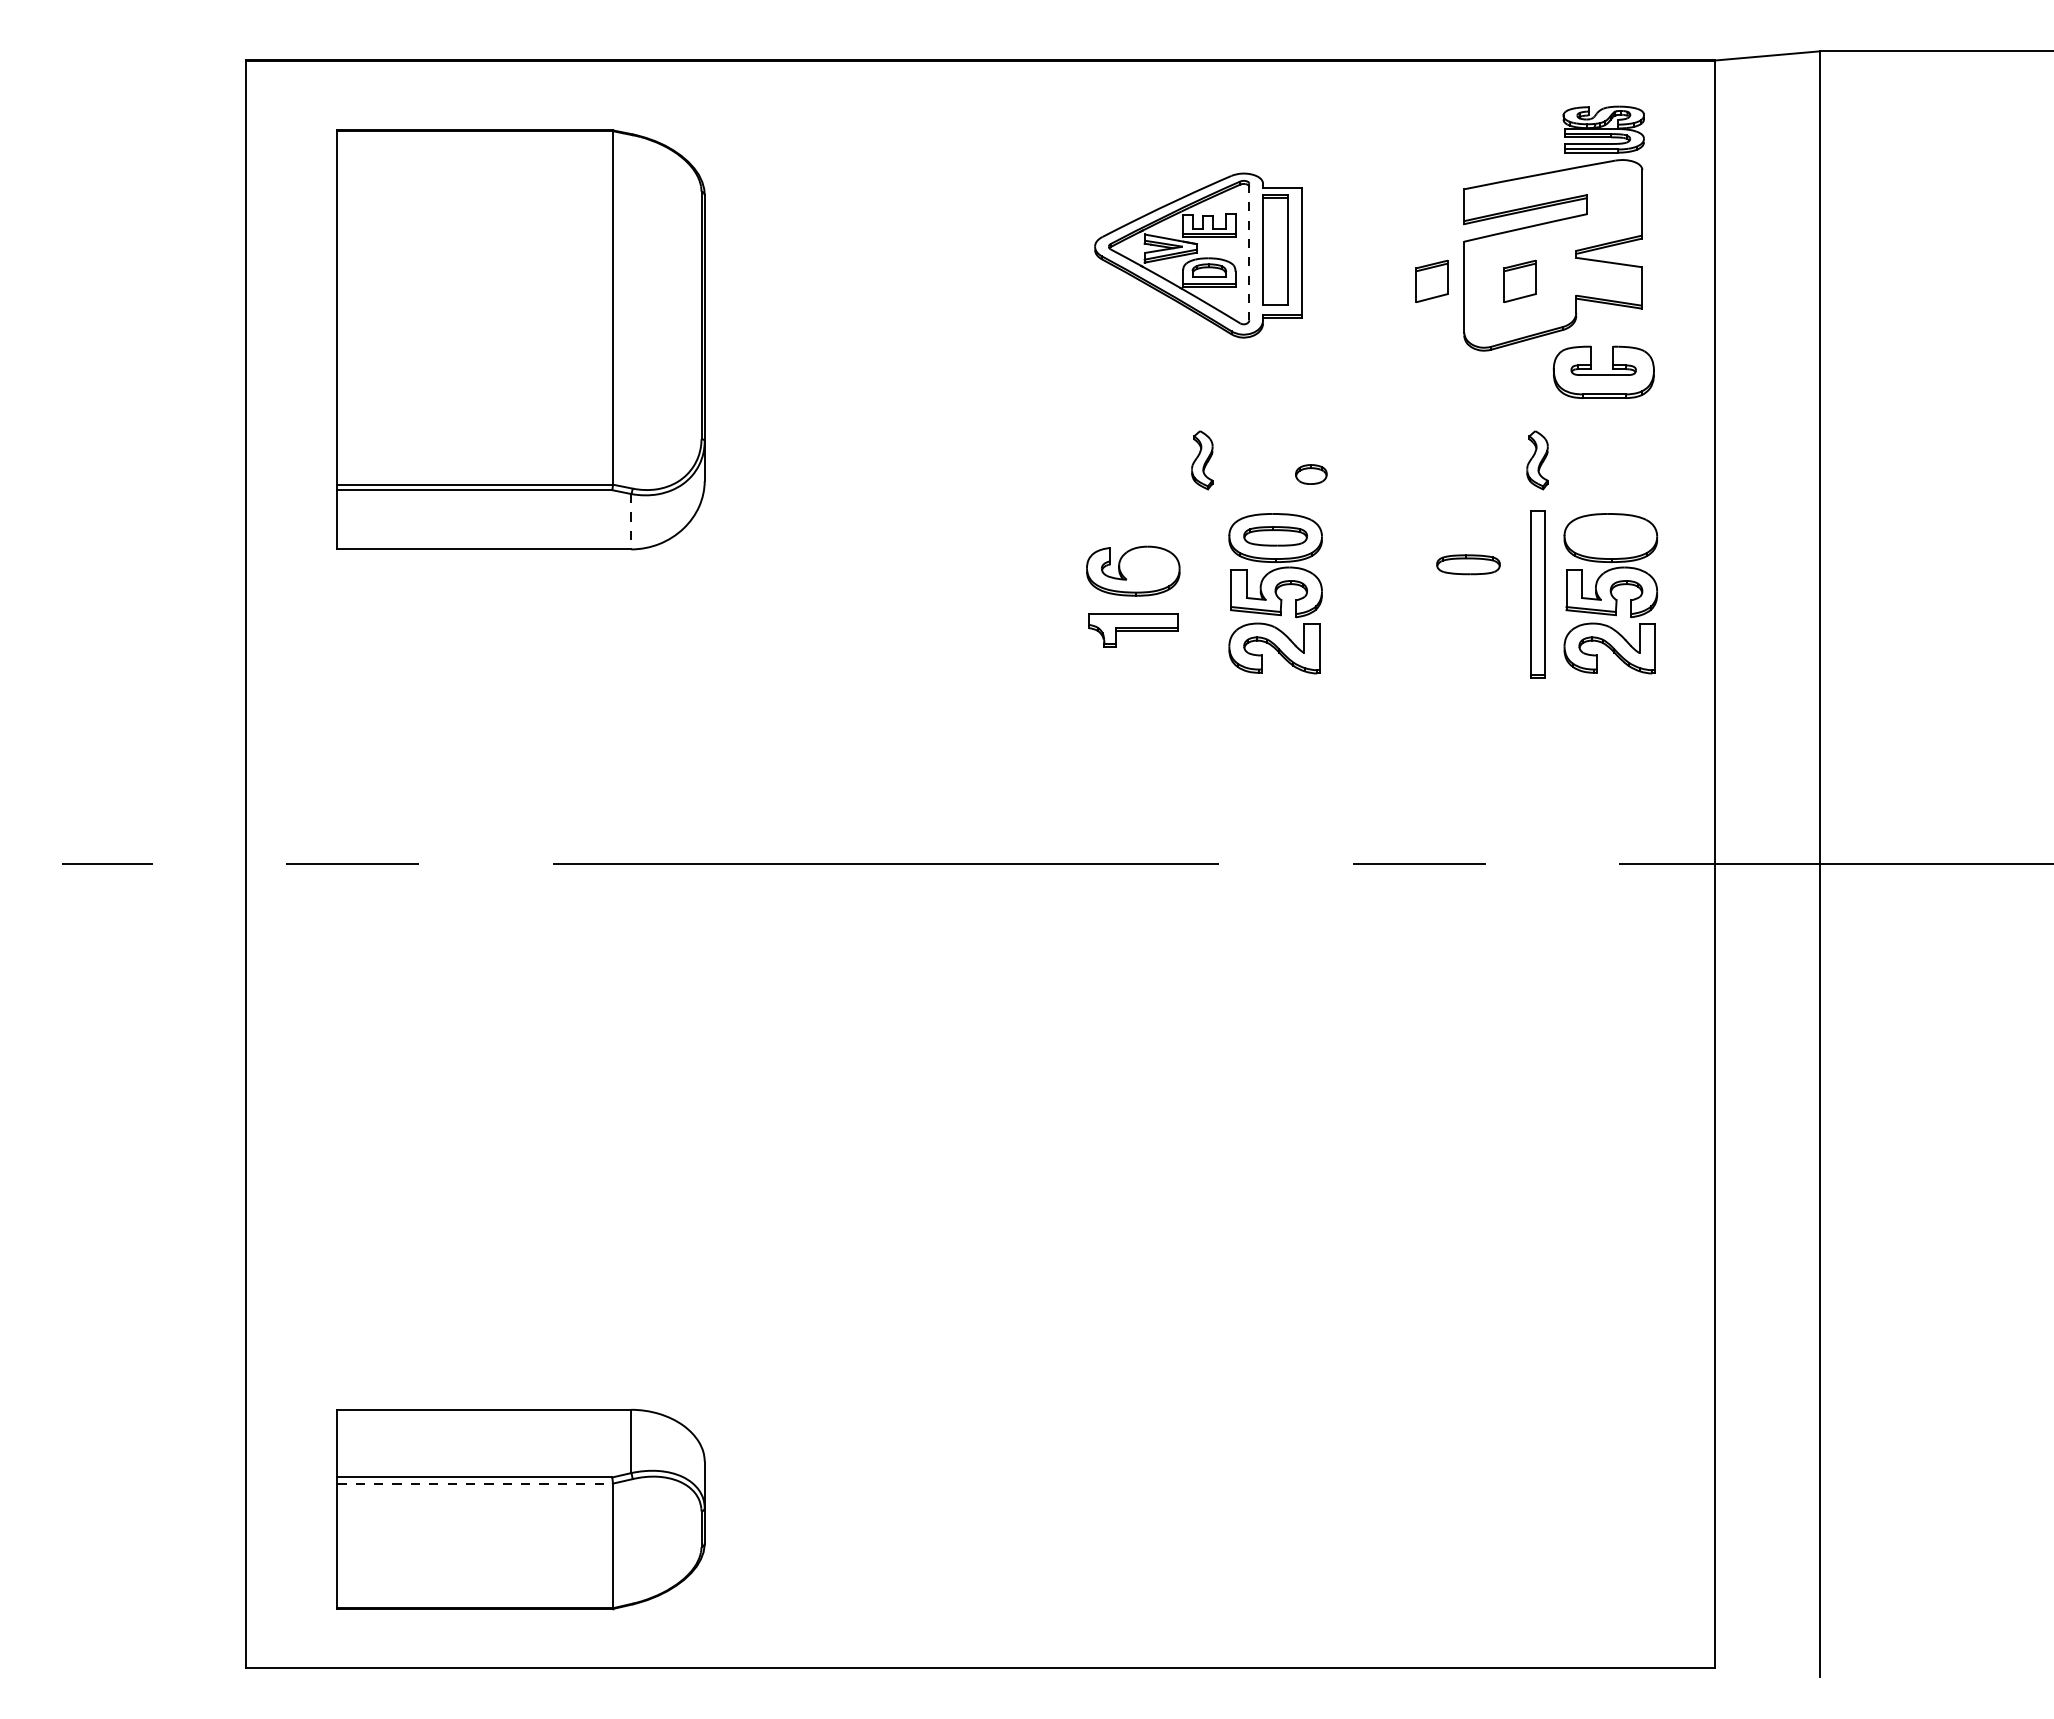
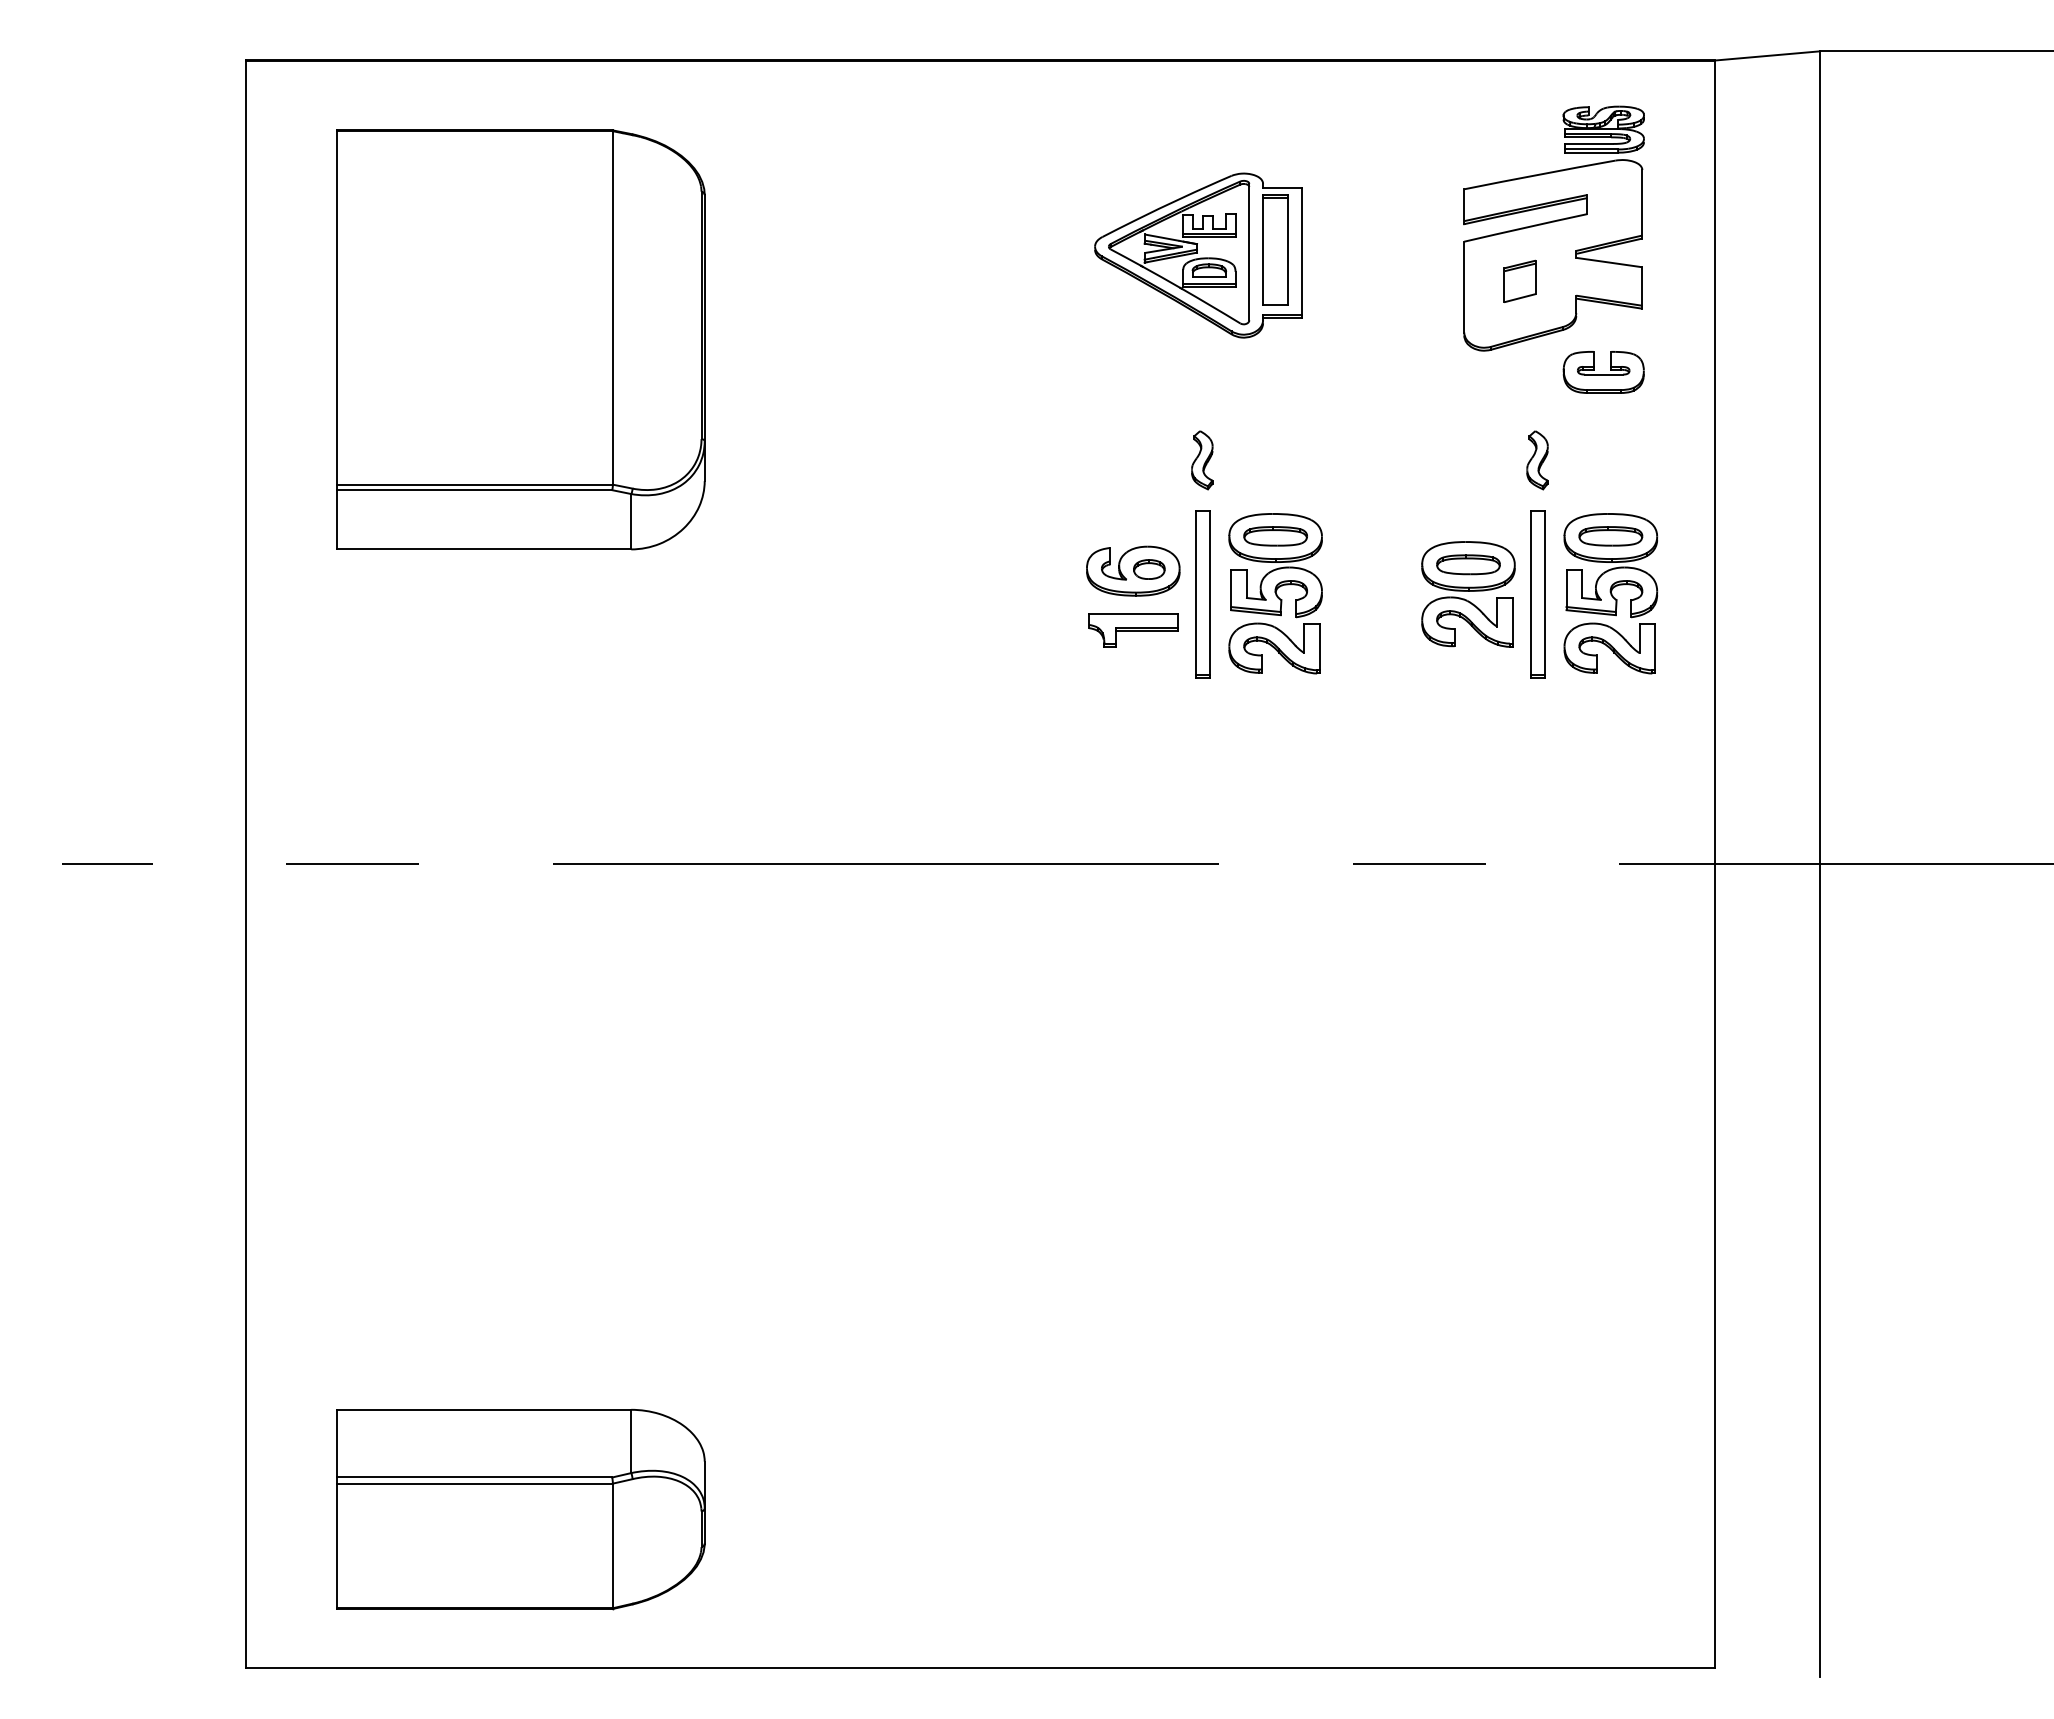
line at (1249, 252): dashed -> solid
part at (1431, 280): present -> none
part at (1603, 371) size: 103x54 px -> 83x43 px
part at (1311, 474) position: (1311, 474) -> (1149, 569)
line at (631, 521): dashed -> solid
part at (1610, 536): none -> present
part at (1202, 594): none -> present
part at (1468, 594): none -> present
line at (475, 1483): dashed -> solid
